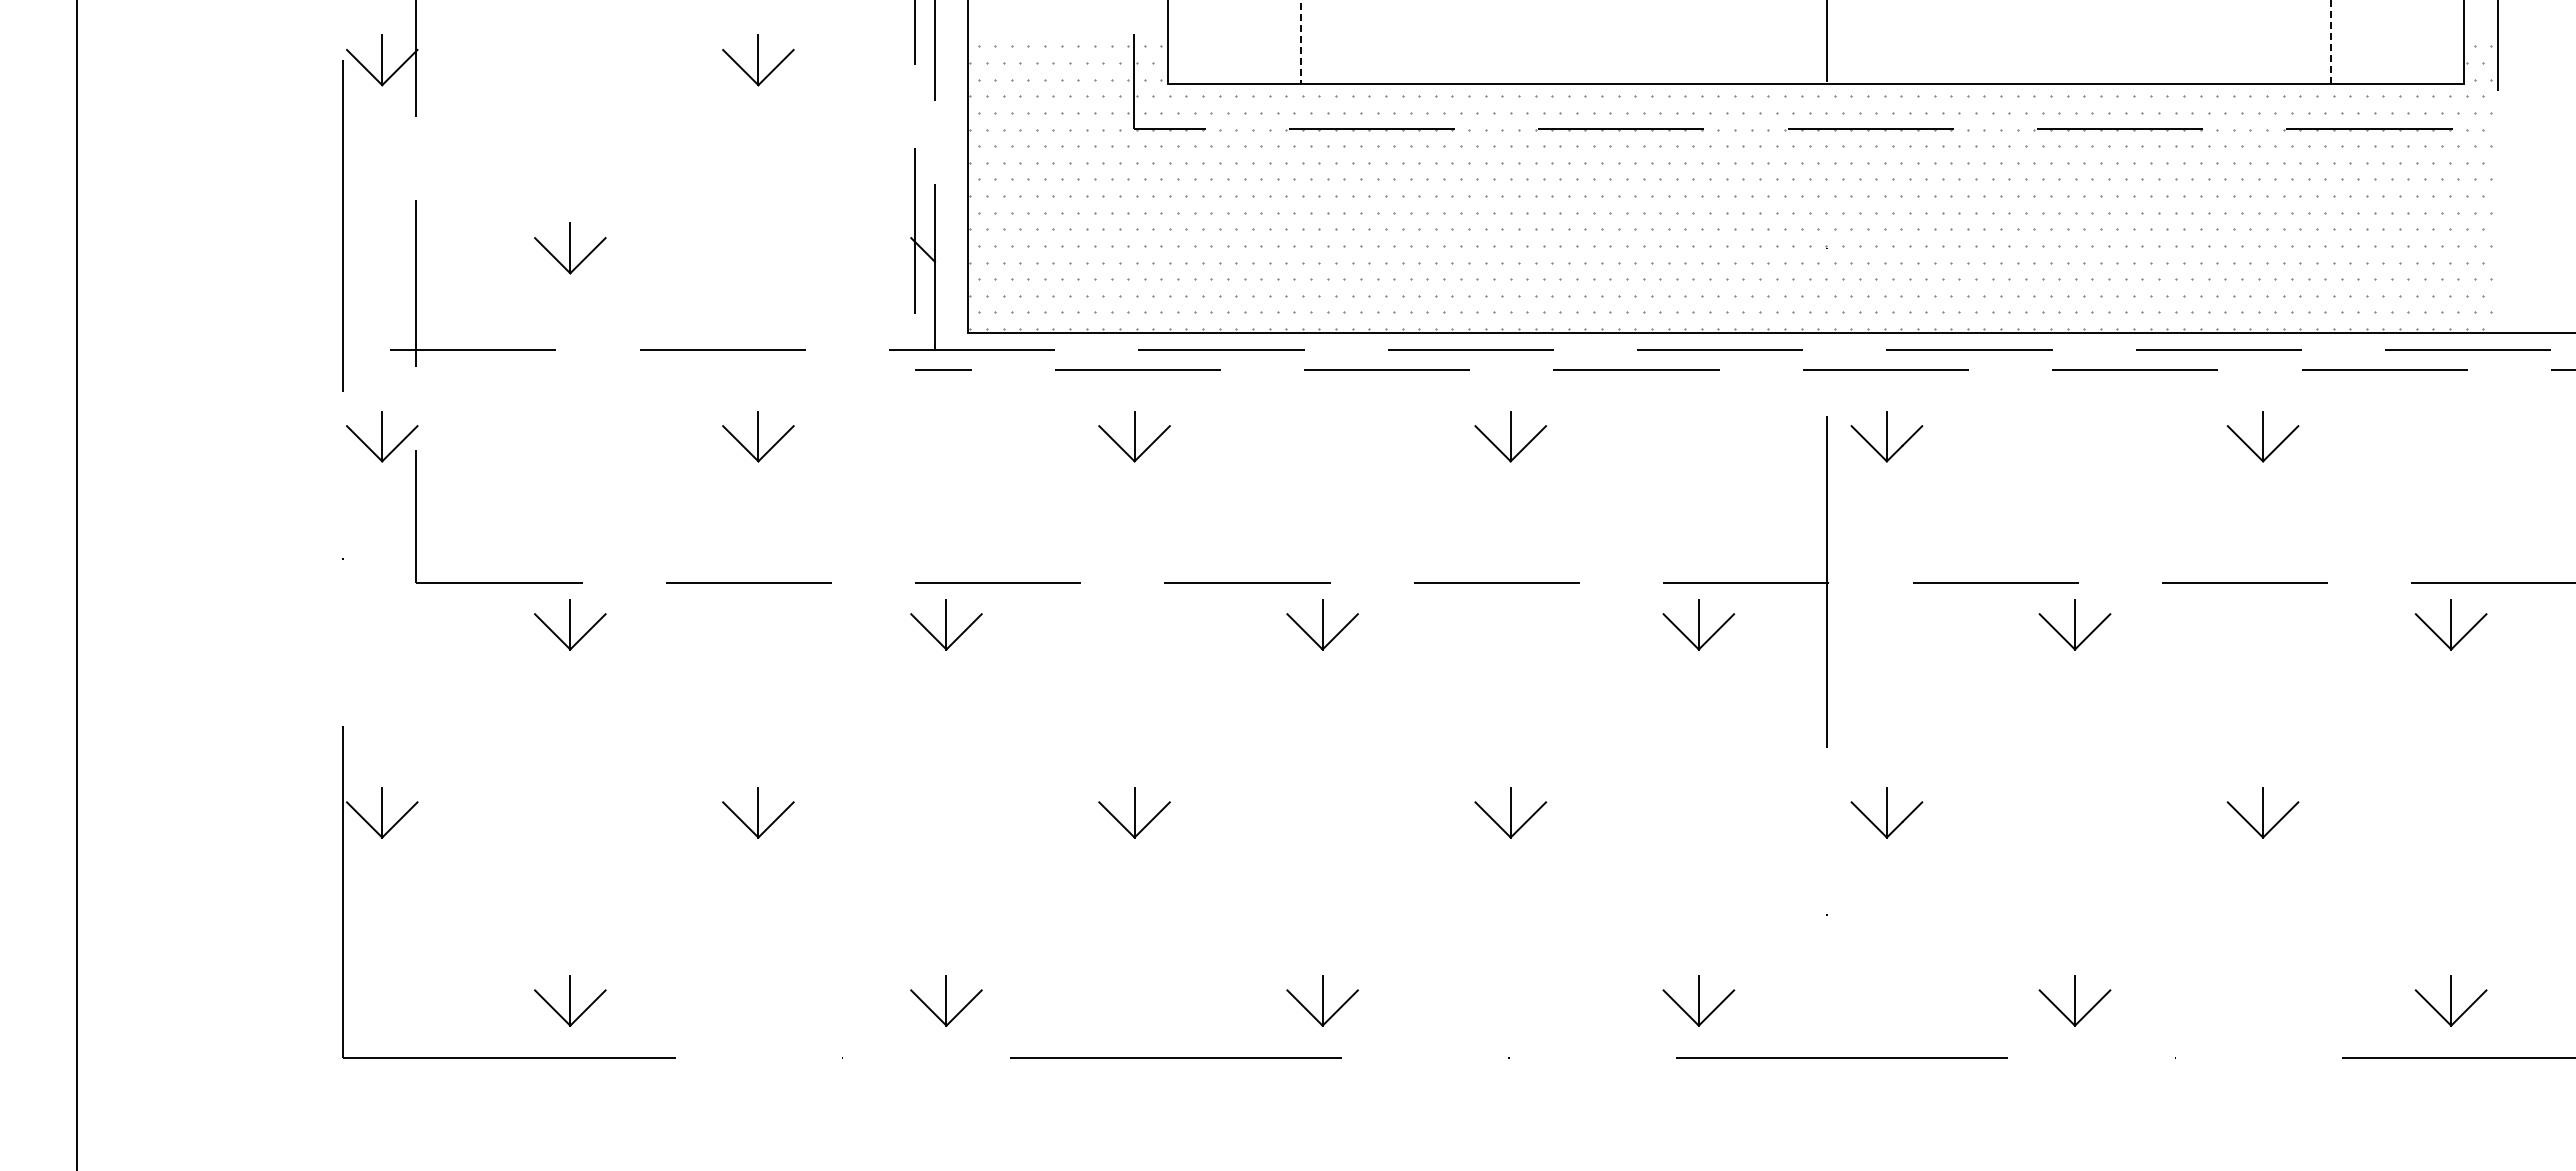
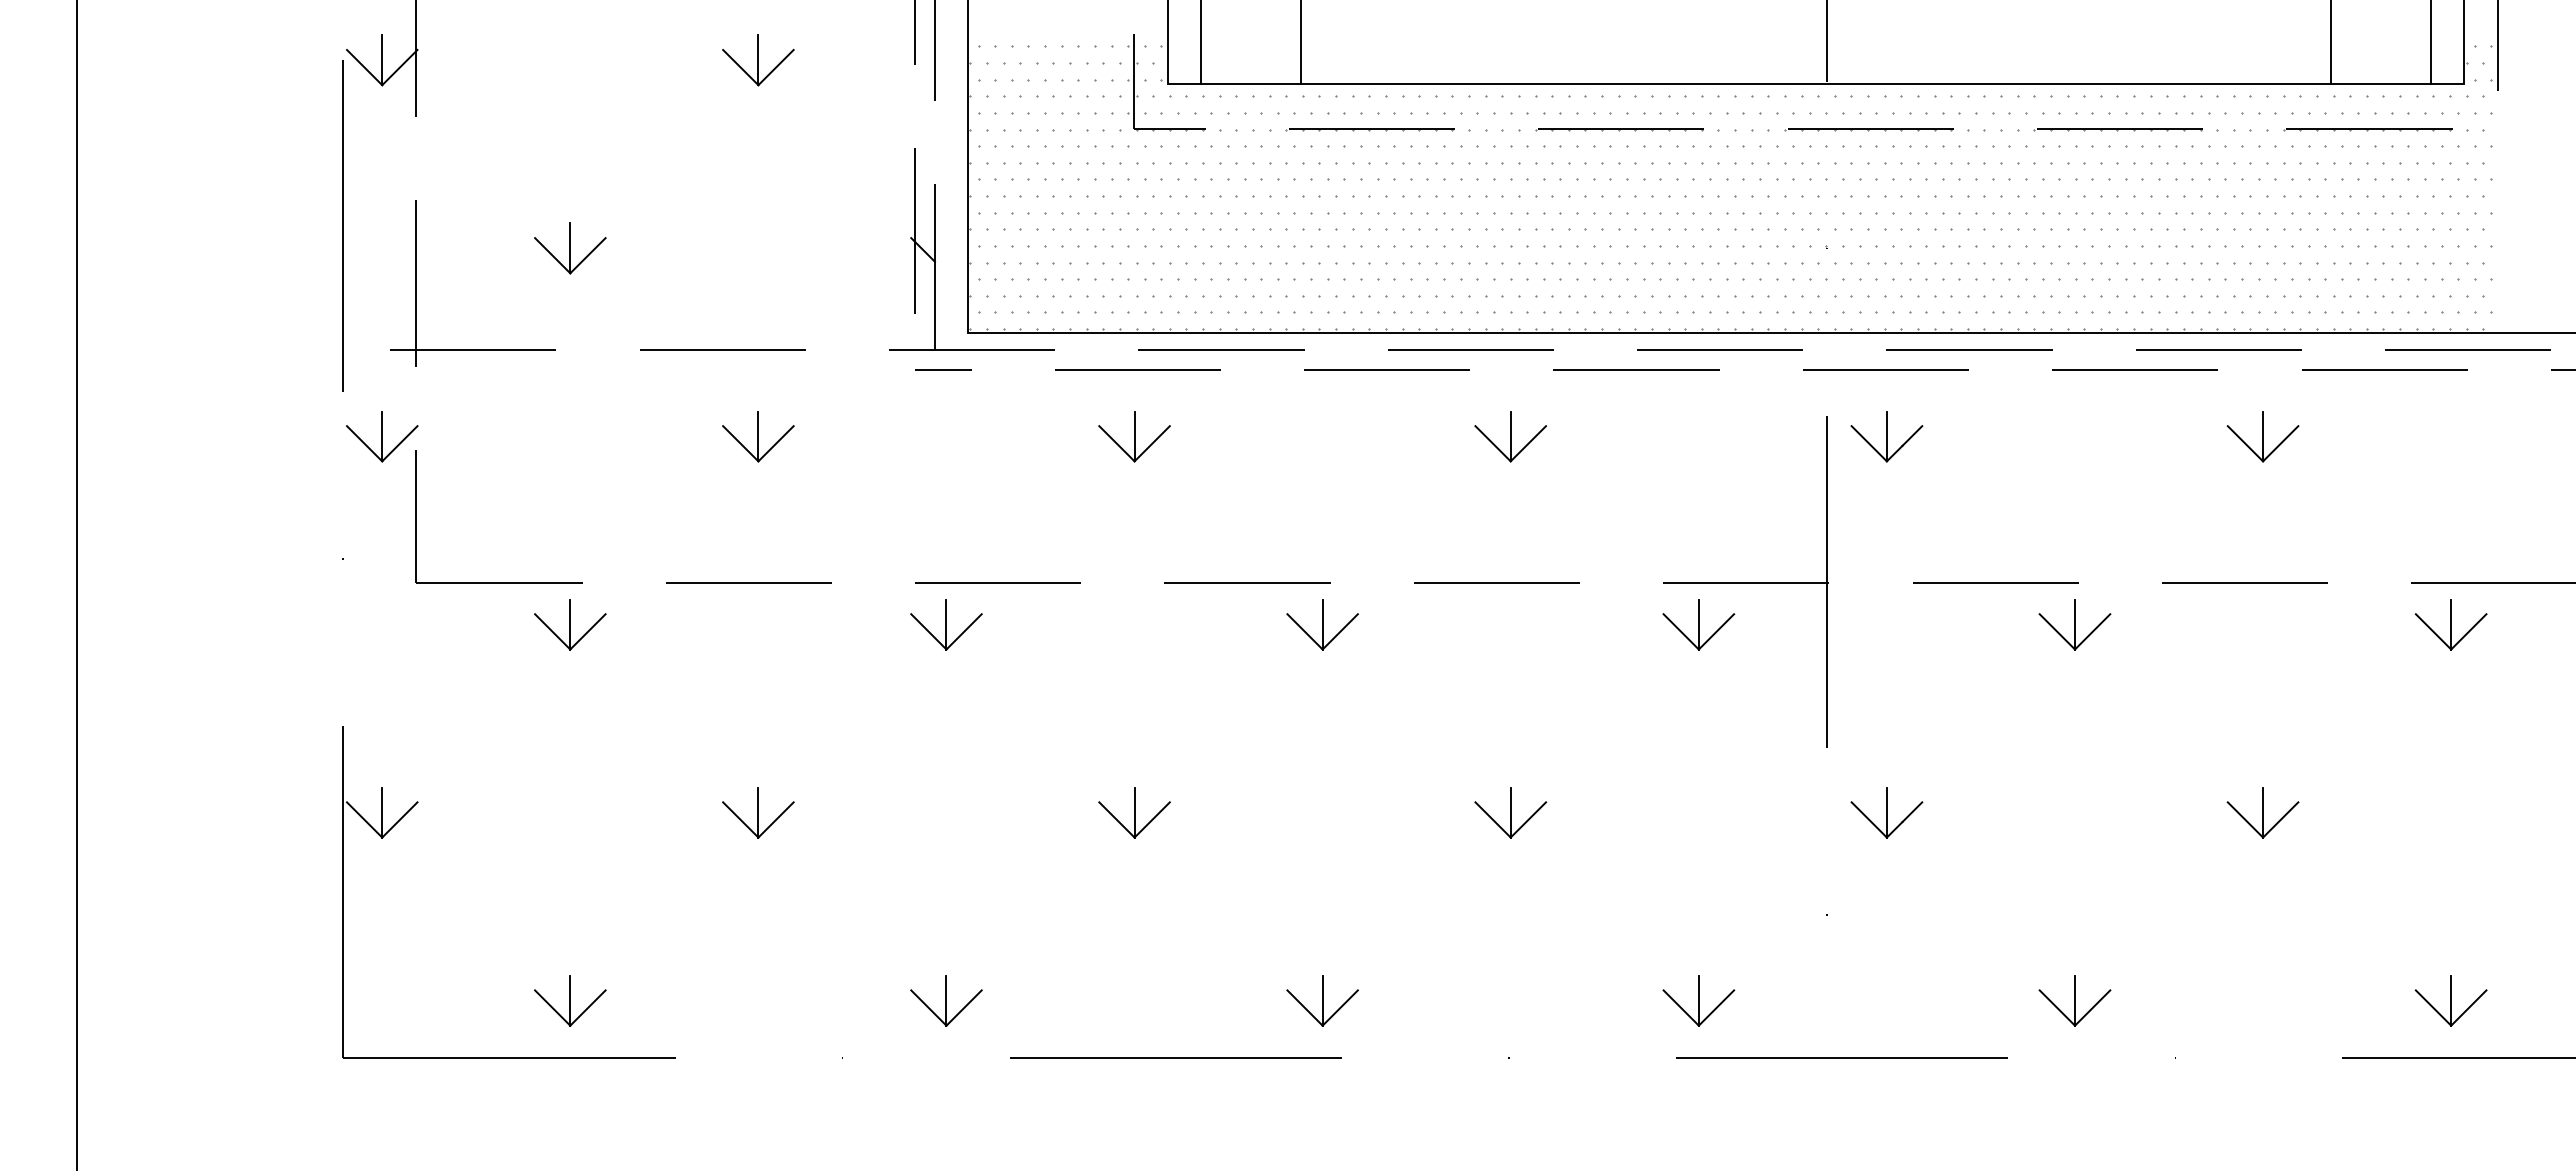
line at (1300, 42): dashed -> solid
line at (2331, 42): dashed -> solid
line at (1200, 43): none -> present
line at (2431, 43): none -> present
